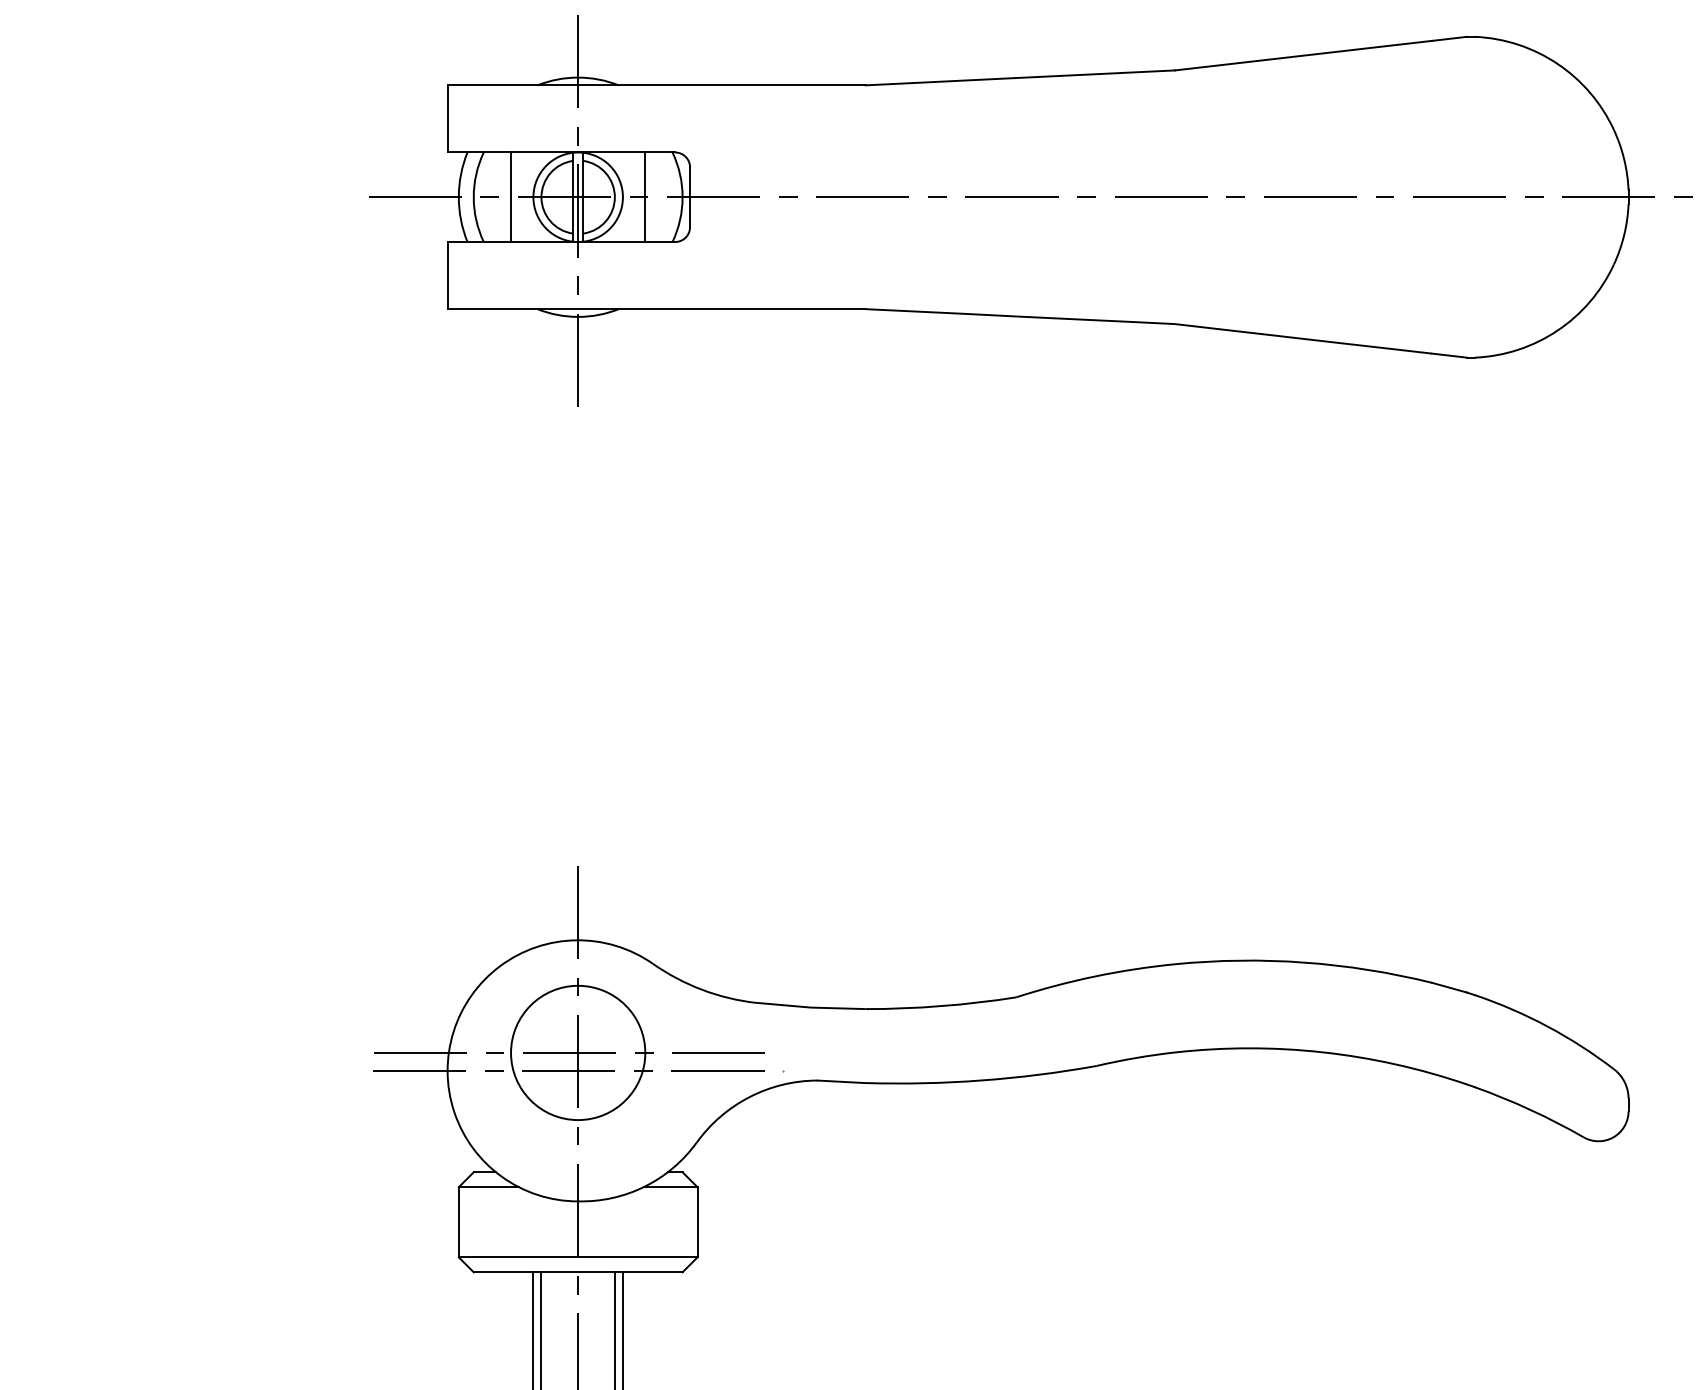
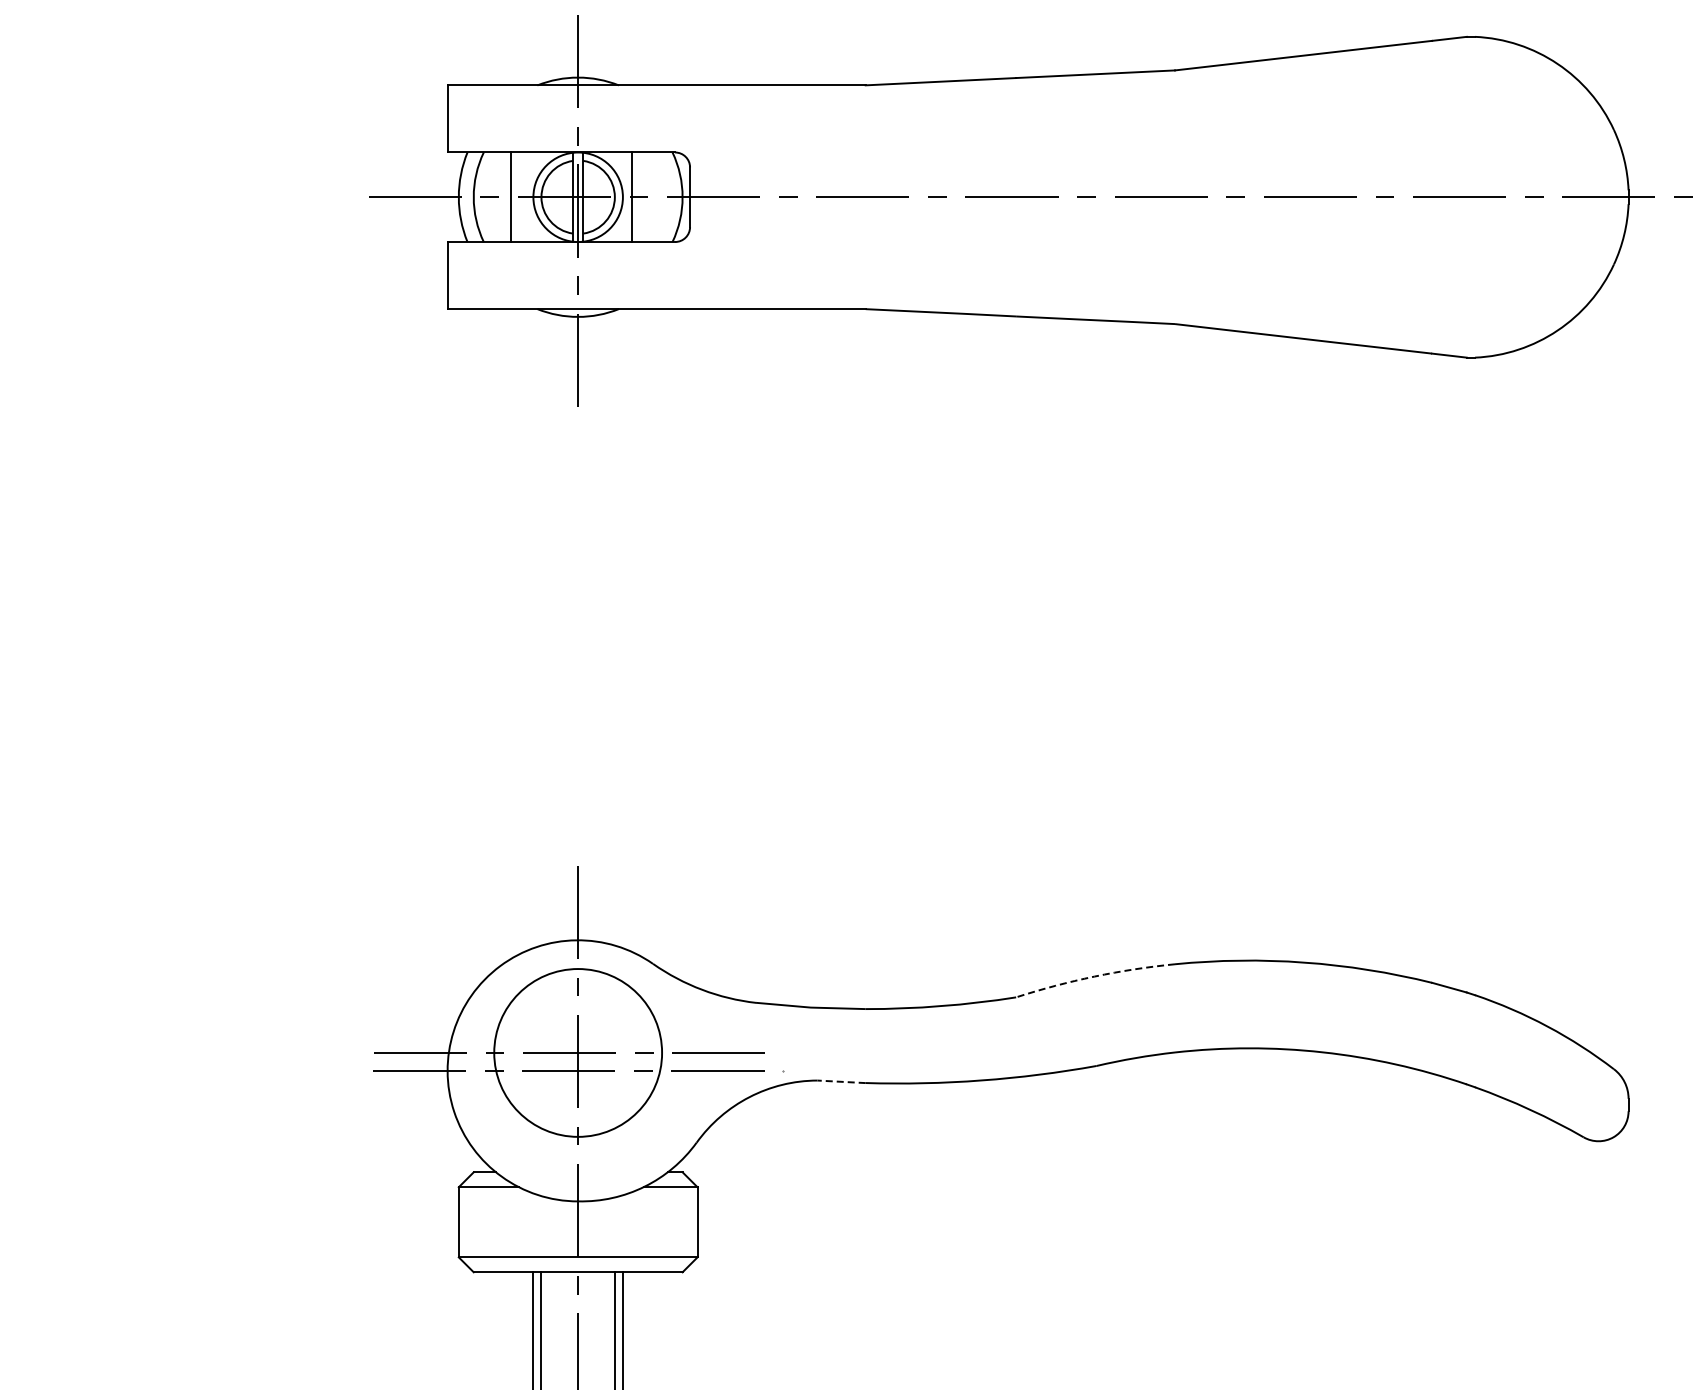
line at (645, 197) position: (645, 197) -> (632, 197)
arc at (1094, 976): solid -> dashed
circle at (578, 1052) diameter: 134 px -> 168 px
line at (841, 1081): solid -> dashed
